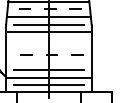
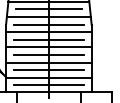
line at (48, 9): dashed -> solid
line at (48, 39): none -> present
line at (48, 47): none -> present
line at (48, 55): dashed -> solid
line at (48, 62): none -> present
